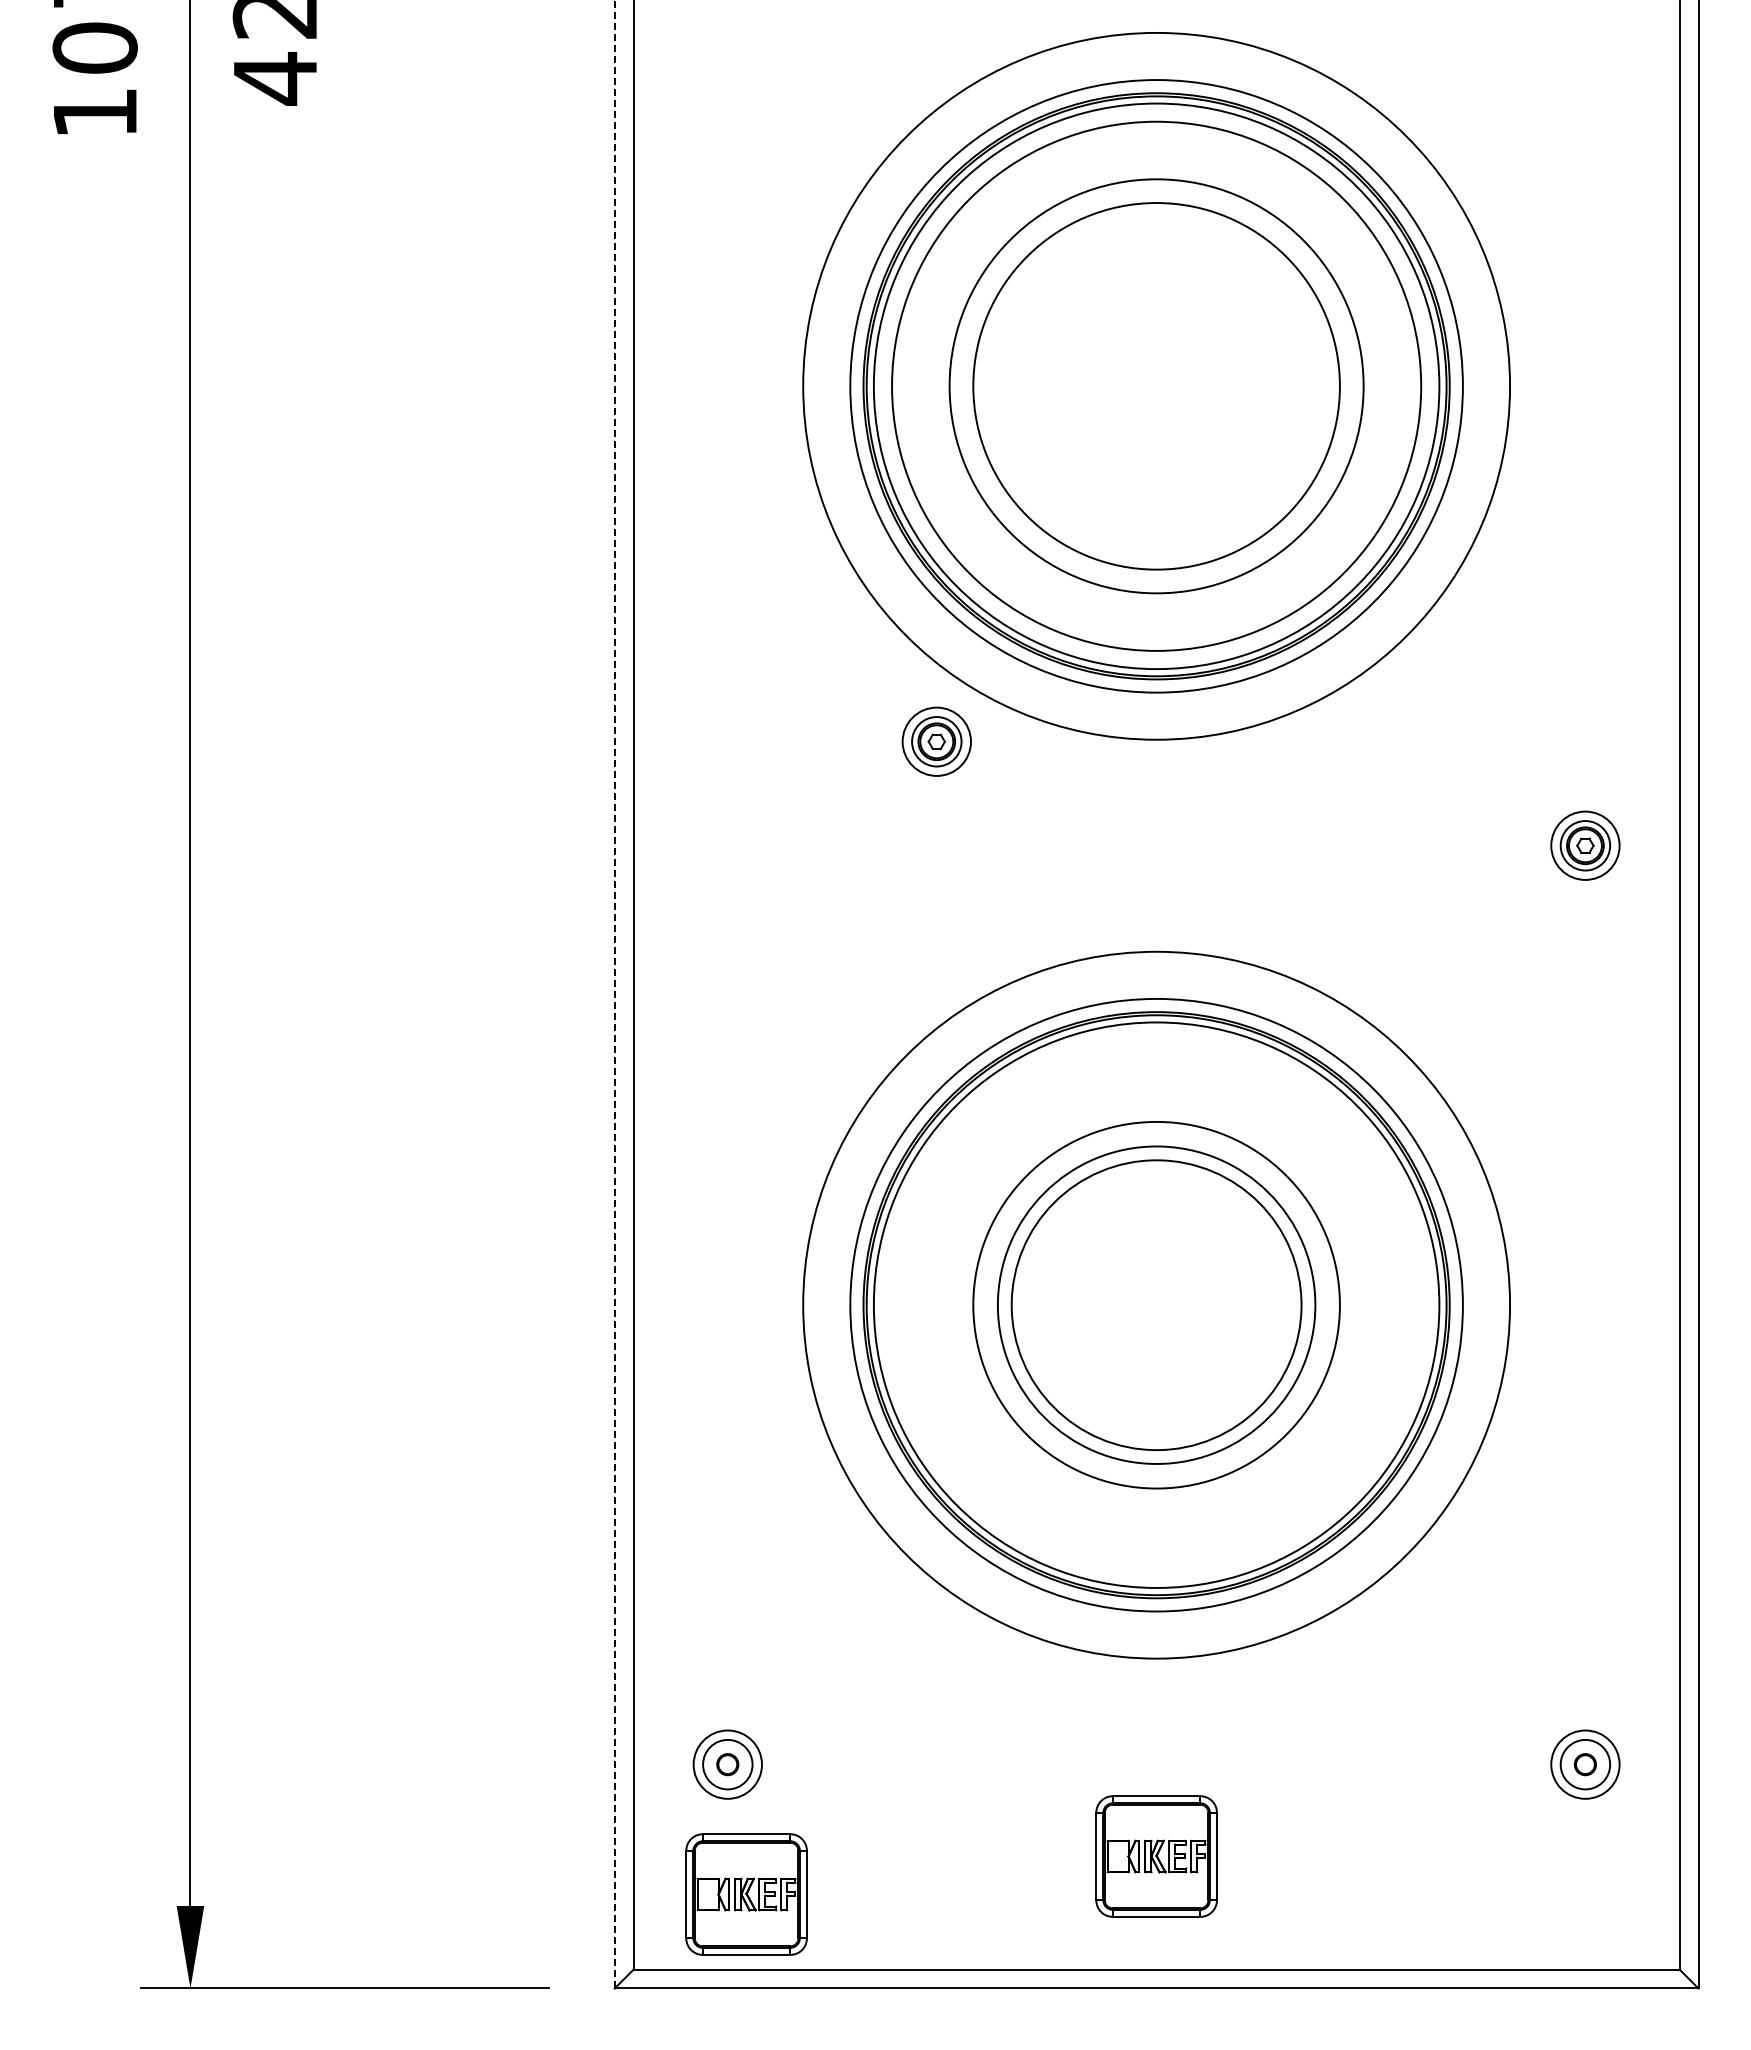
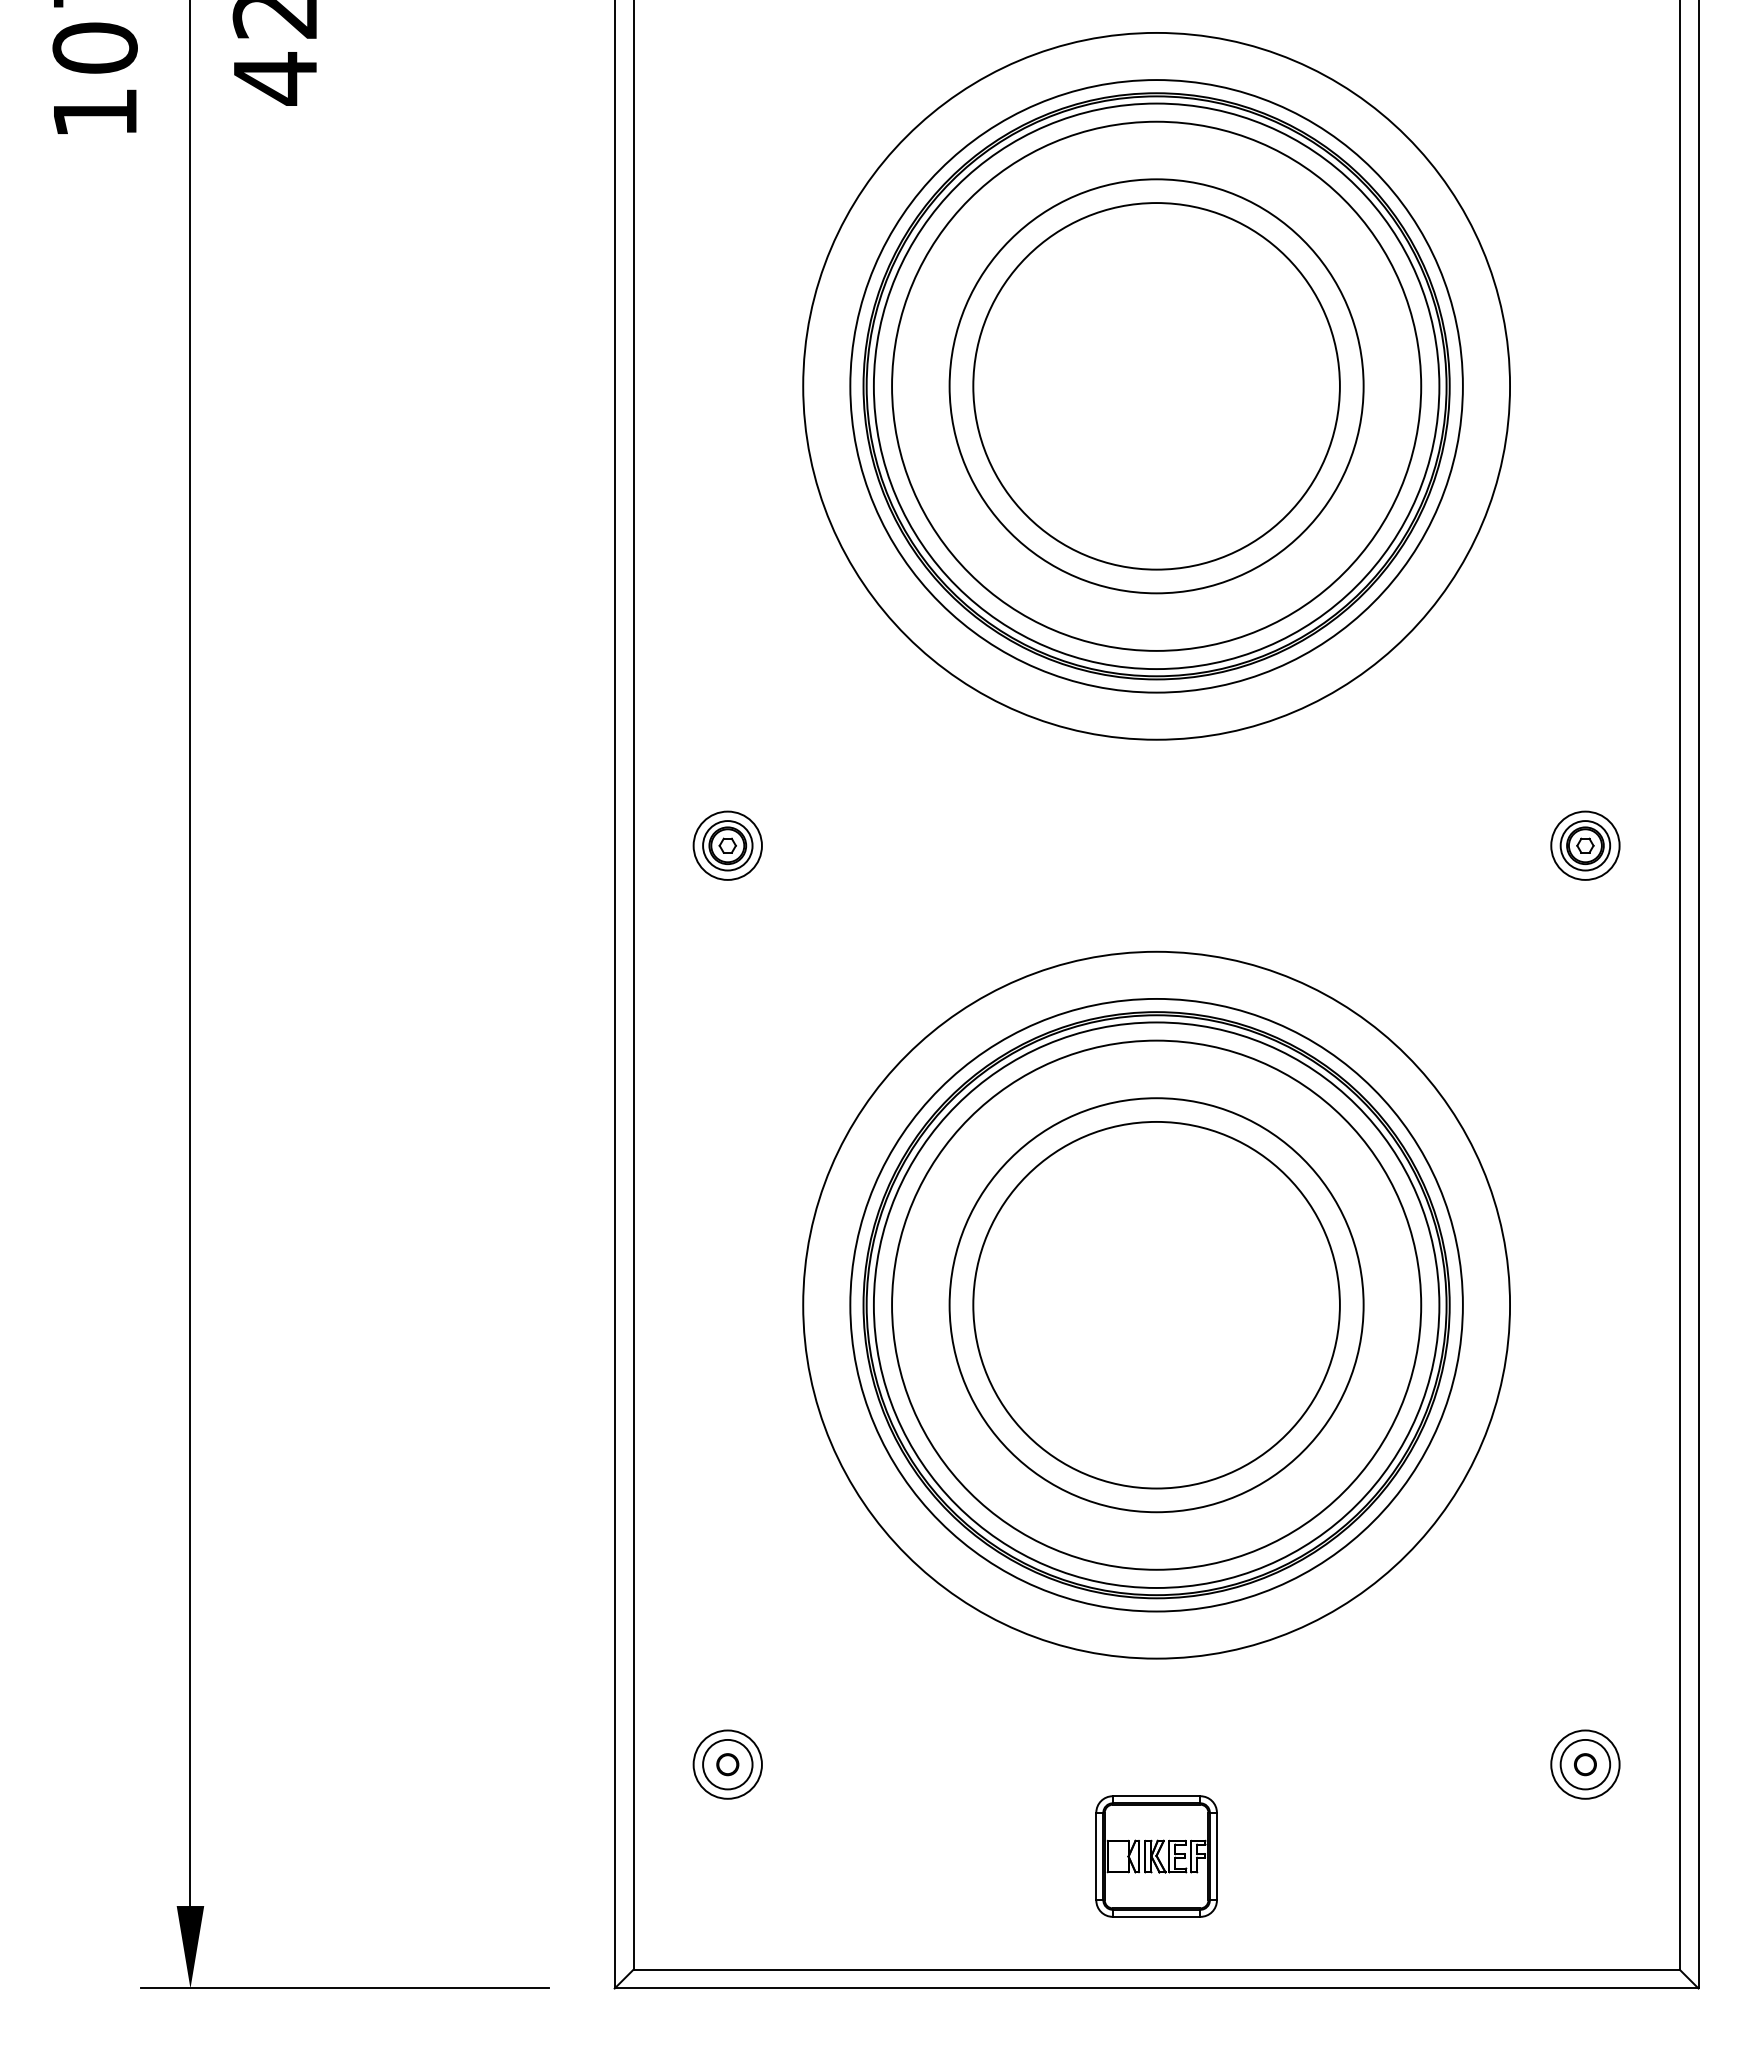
part at (936, 741) position: (936, 741) -> (727, 845)
line at (614, 994): dashed -> solid
circle at (1156, 1304) diameter: 317 px -> 529 px
circle at (1156, 1305) diameter: 290 px -> 414 px
part at (746, 1894): present -> none
